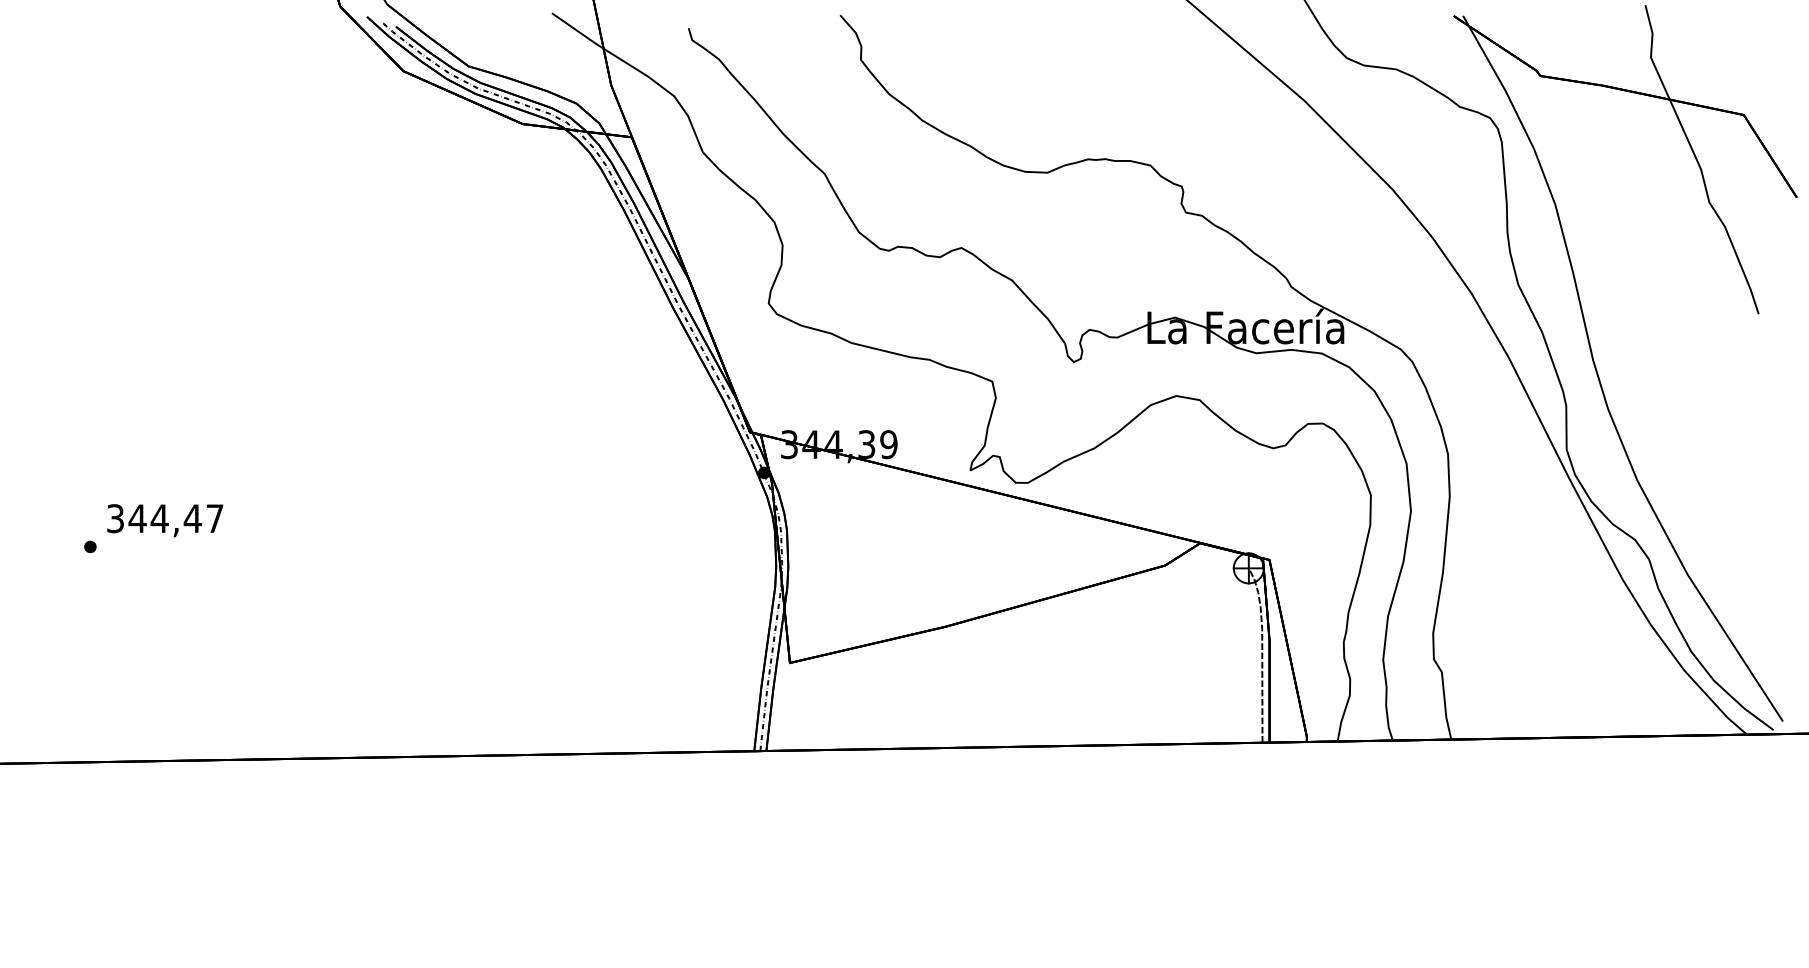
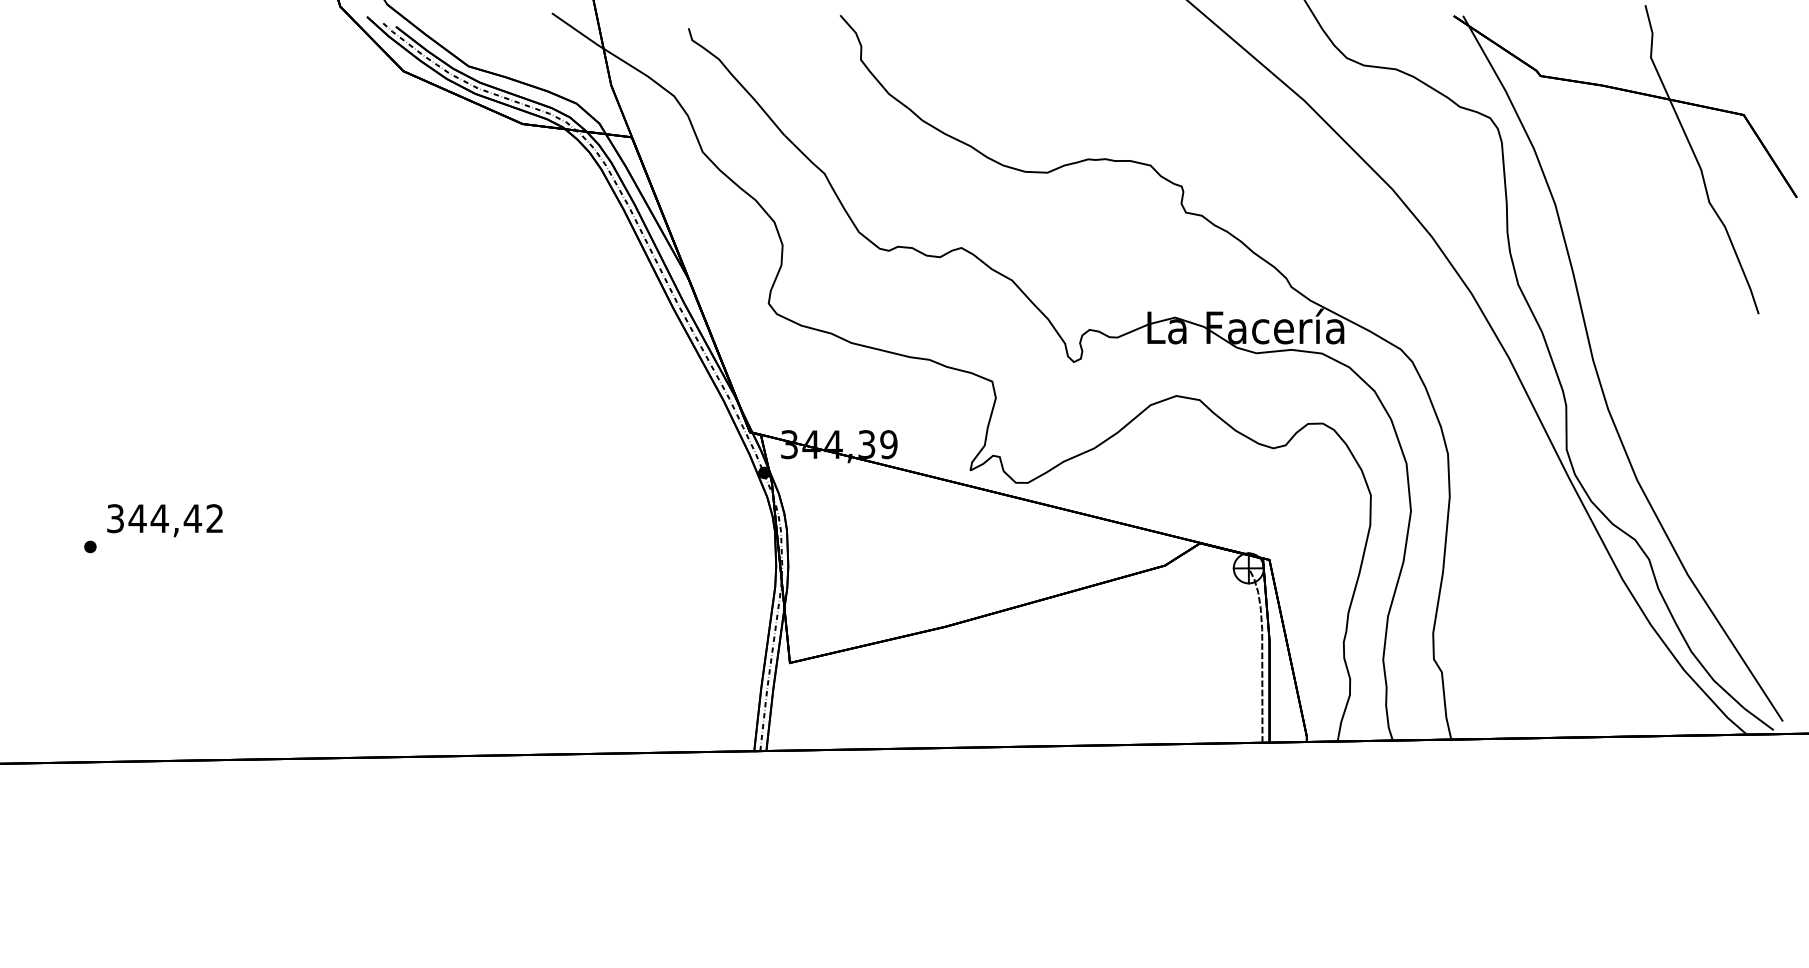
text at (214, 518): 344,47 -> 344,42
